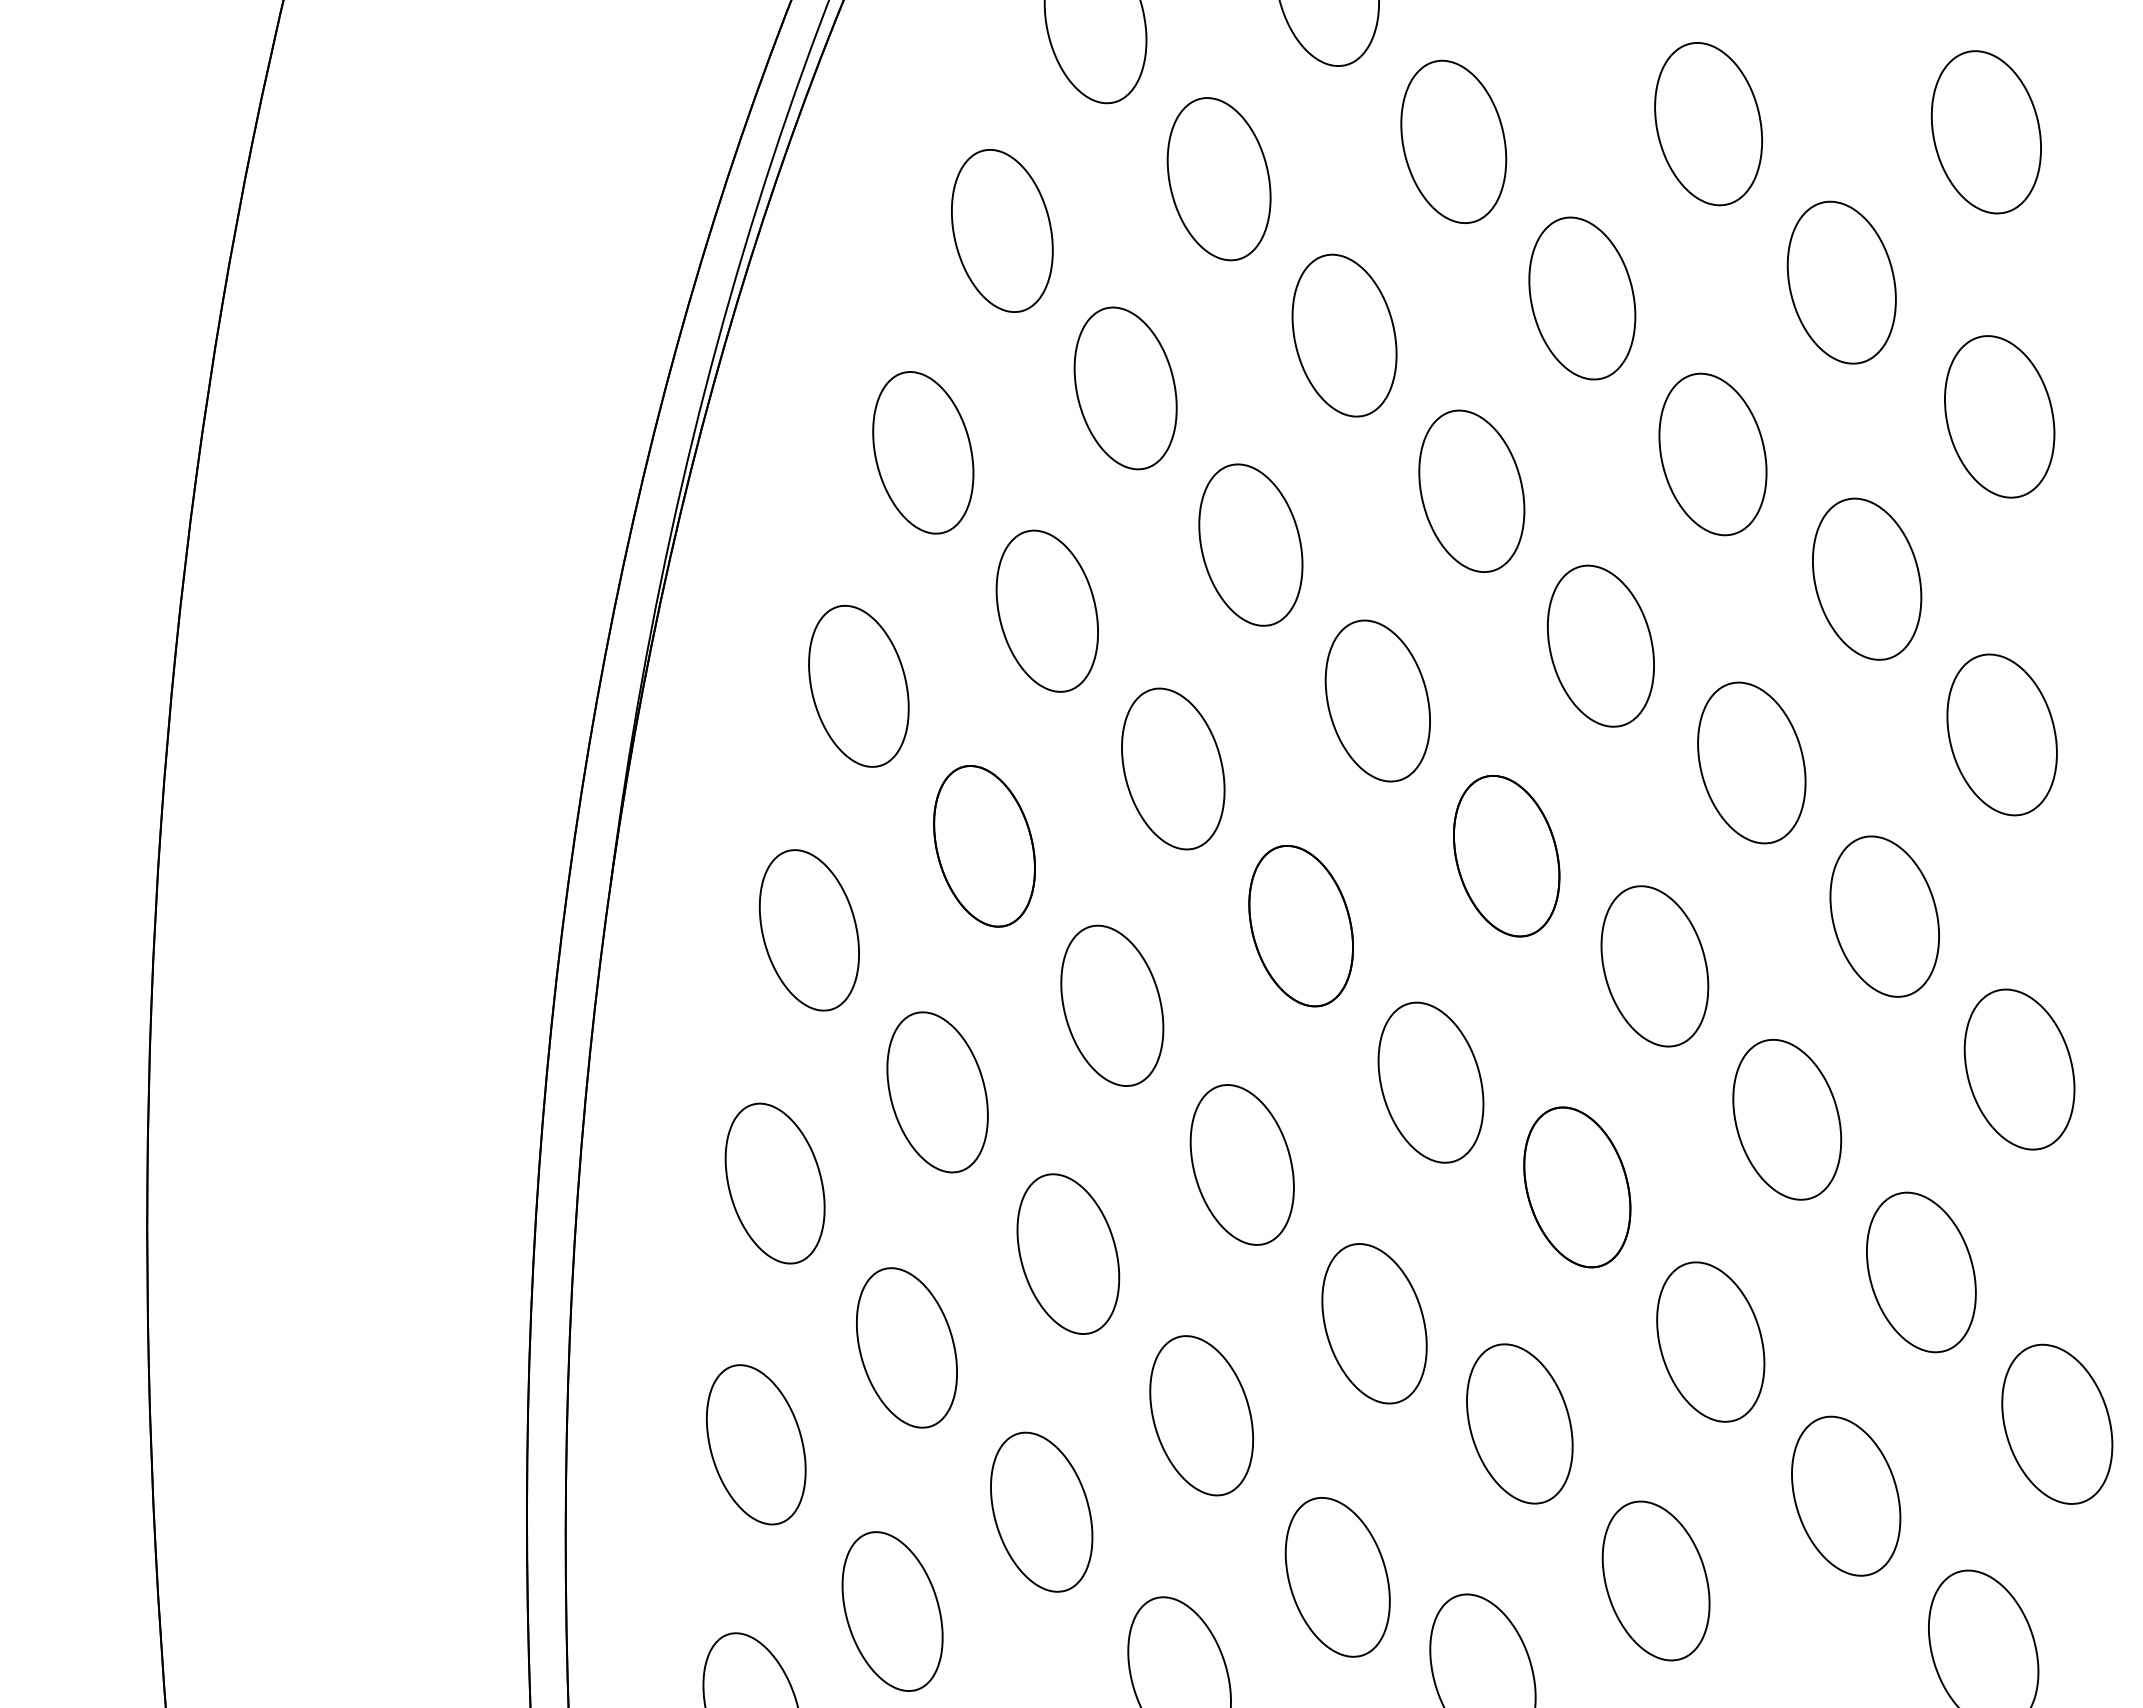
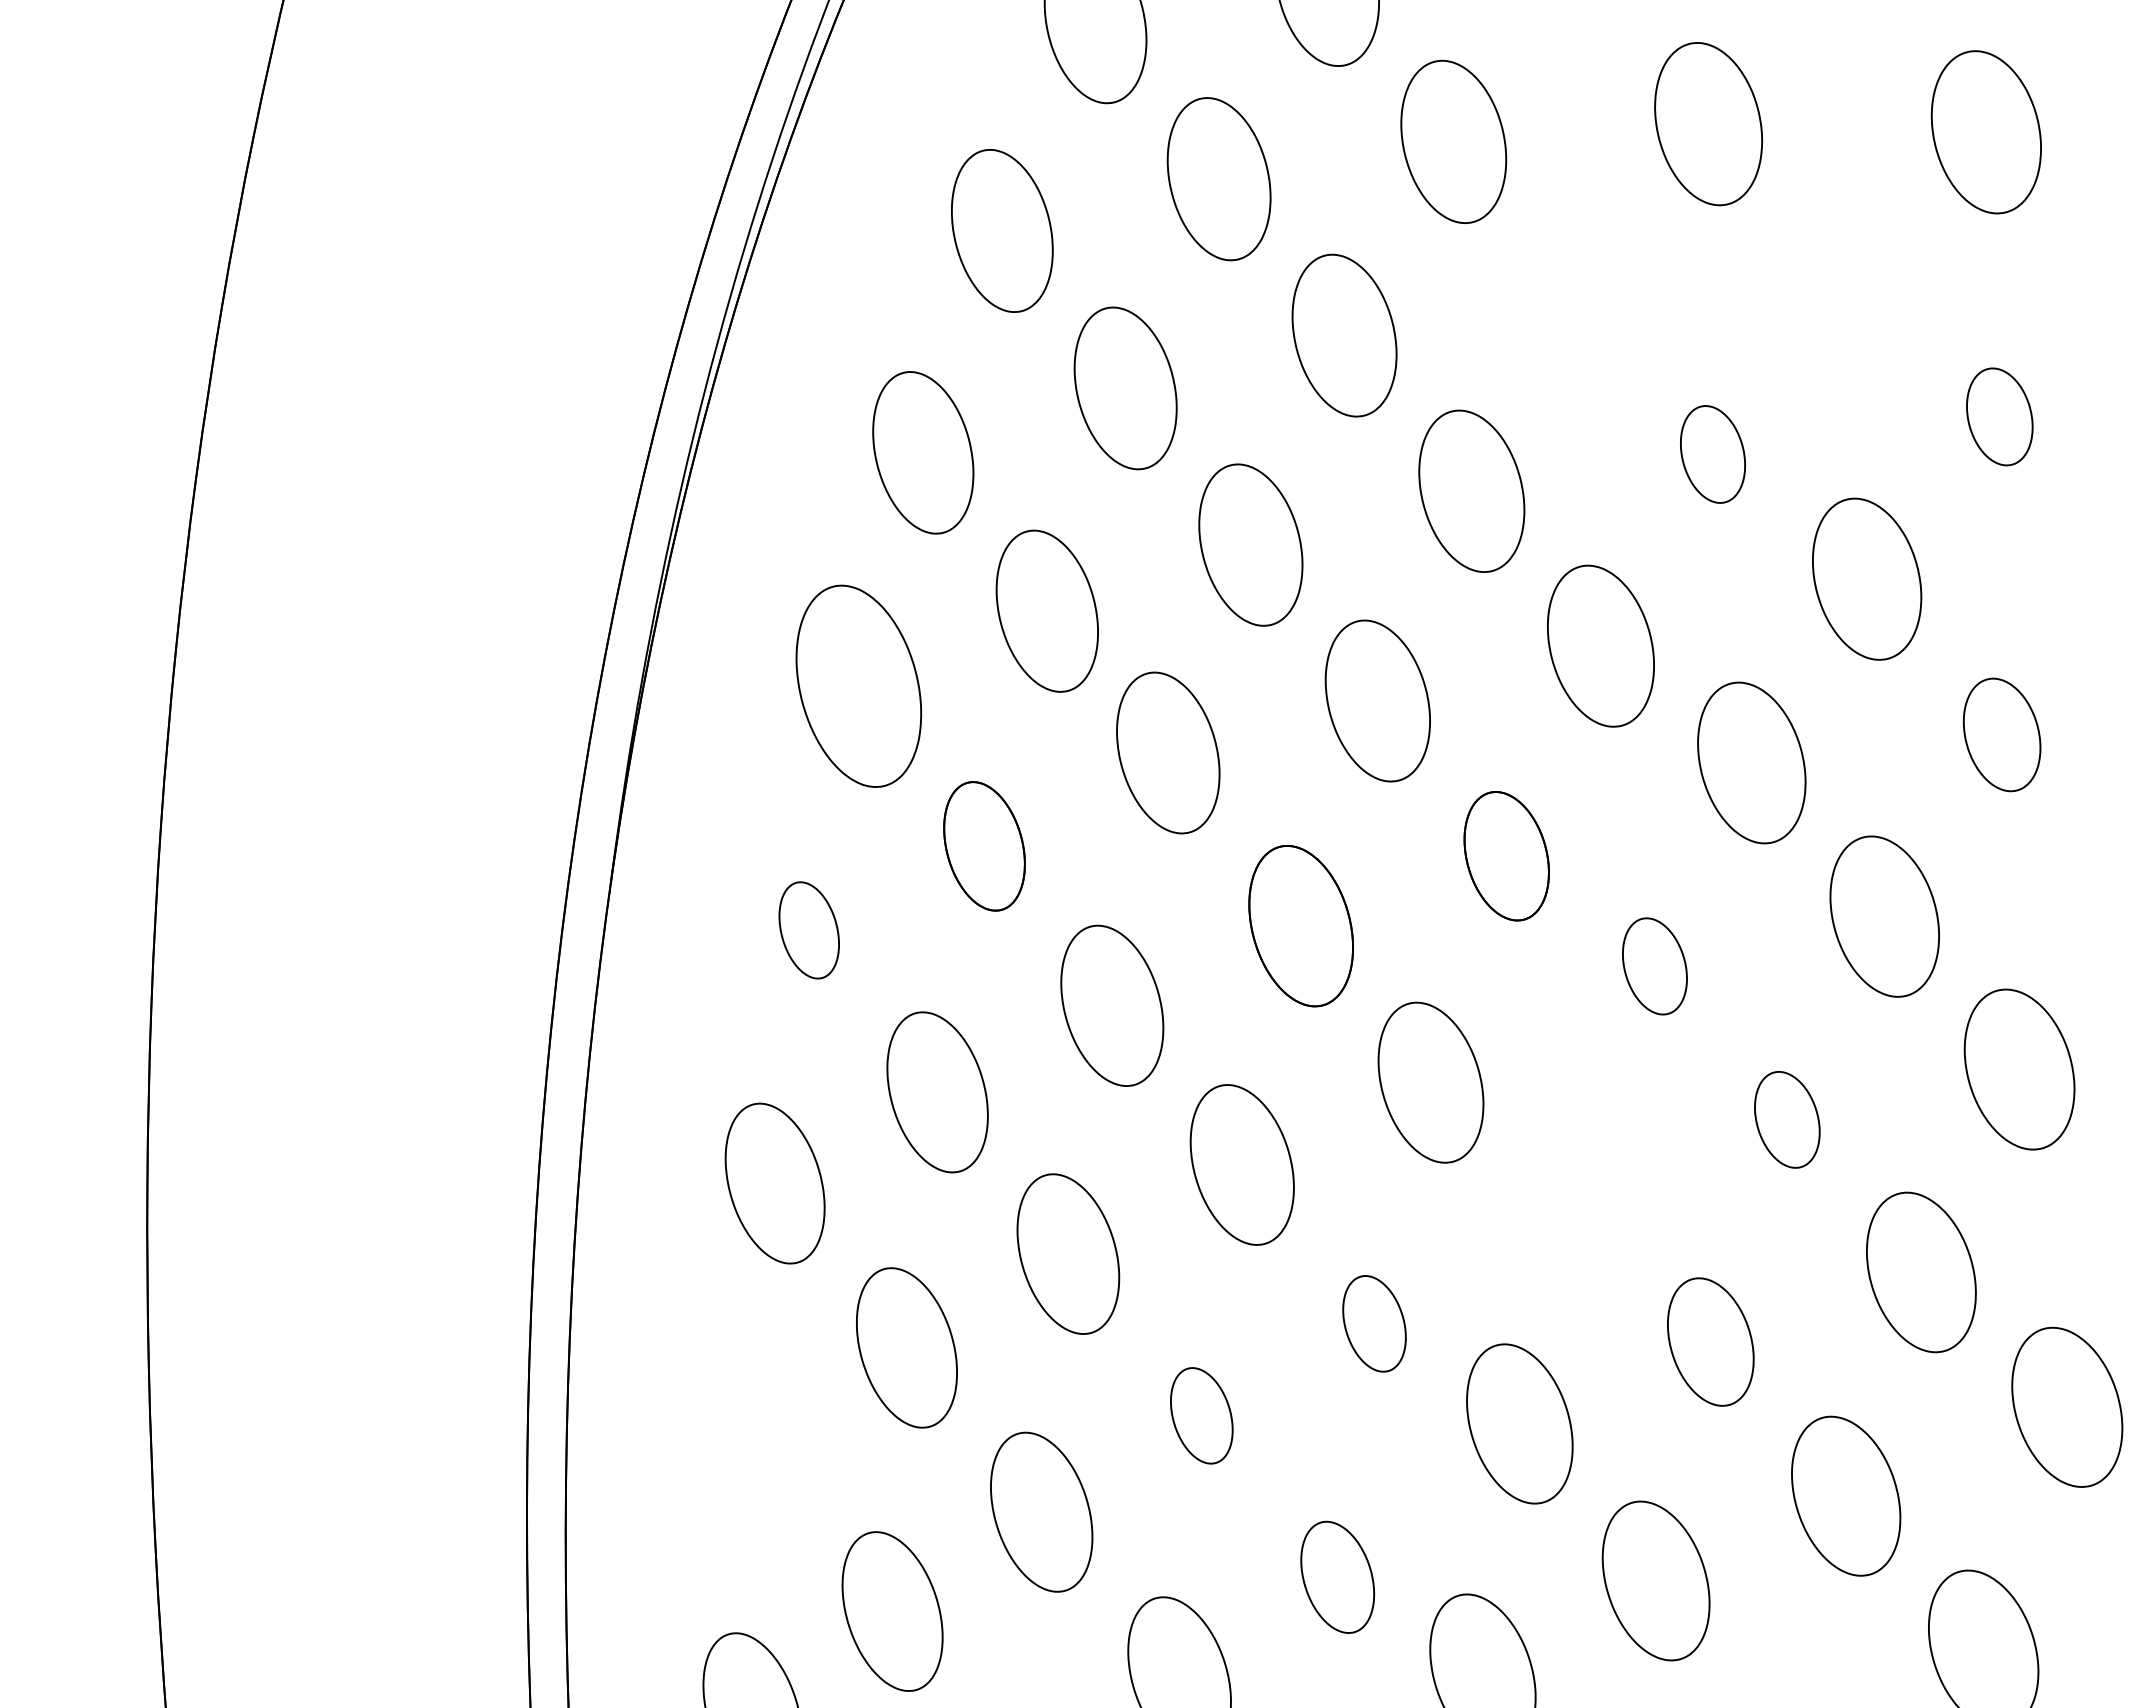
part at (1841, 282): present -> none
part at (1582, 298): present -> none
part at (1999, 416) size: 112x164 px -> 68x100 px
part at (1712, 454) size: 110x165 px -> 66x99 px
part at (858, 686) size: 102x163 px -> 128x204 px
part at (2001, 734) size: 112x164 px -> 80x116 px
part at (1173, 768) position: (1173, 768) -> (1168, 752)
part at (984, 846) size: 103x163 px -> 83x131 px
part at (1506, 856) size: 108x163 px -> 87x131 px
part at (808, 930) size: 102x163 px -> 62x99 px
part at (1654, 966) size: 110x163 px -> 66x99 px
part at (1787, 1119) size: 111x162 px -> 67x98 px
part at (1577, 1187): present -> none
part at (1374, 1323) size: 107x162 px -> 65x98 px
part at (1710, 1341) size: 110x162 px -> 88x130 px
part at (1201, 1415) size: 106x162 px -> 64x98 px
part at (2057, 1423) position: (2057, 1423) -> (2067, 1406)
part at (756, 1444): present -> none
part at (1337, 1577) size: 107x161 px -> 76x114 px
